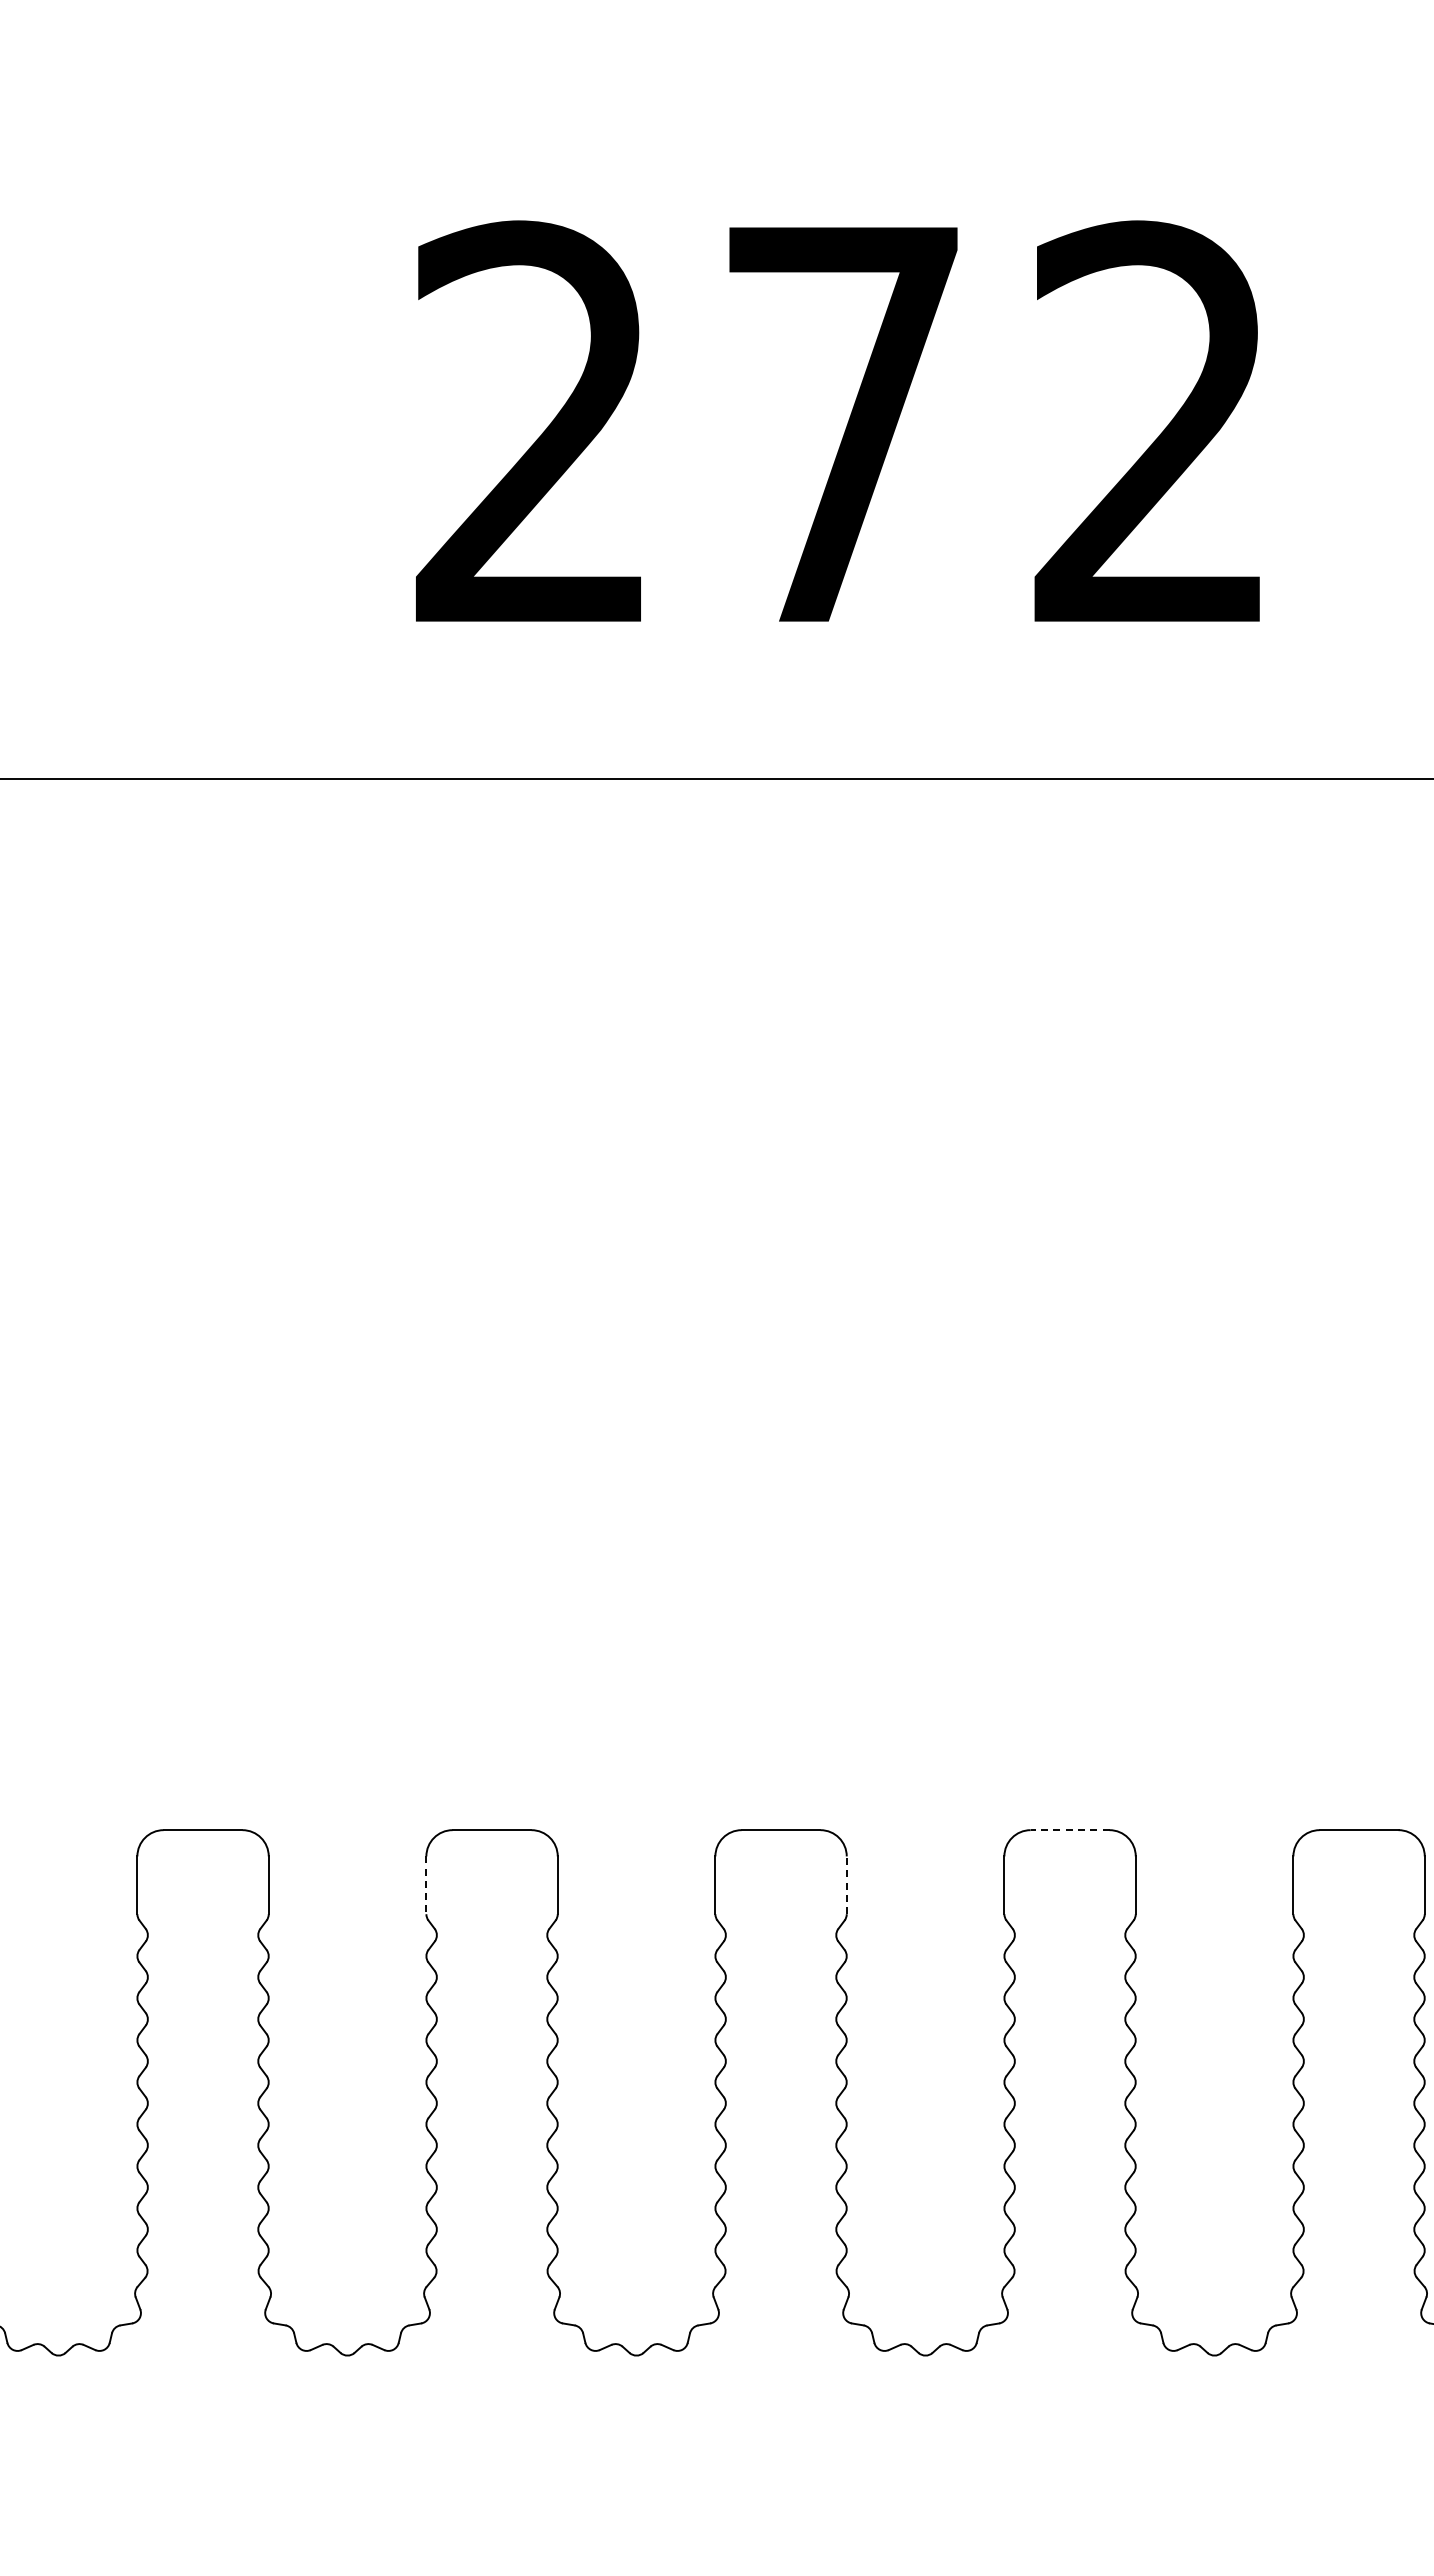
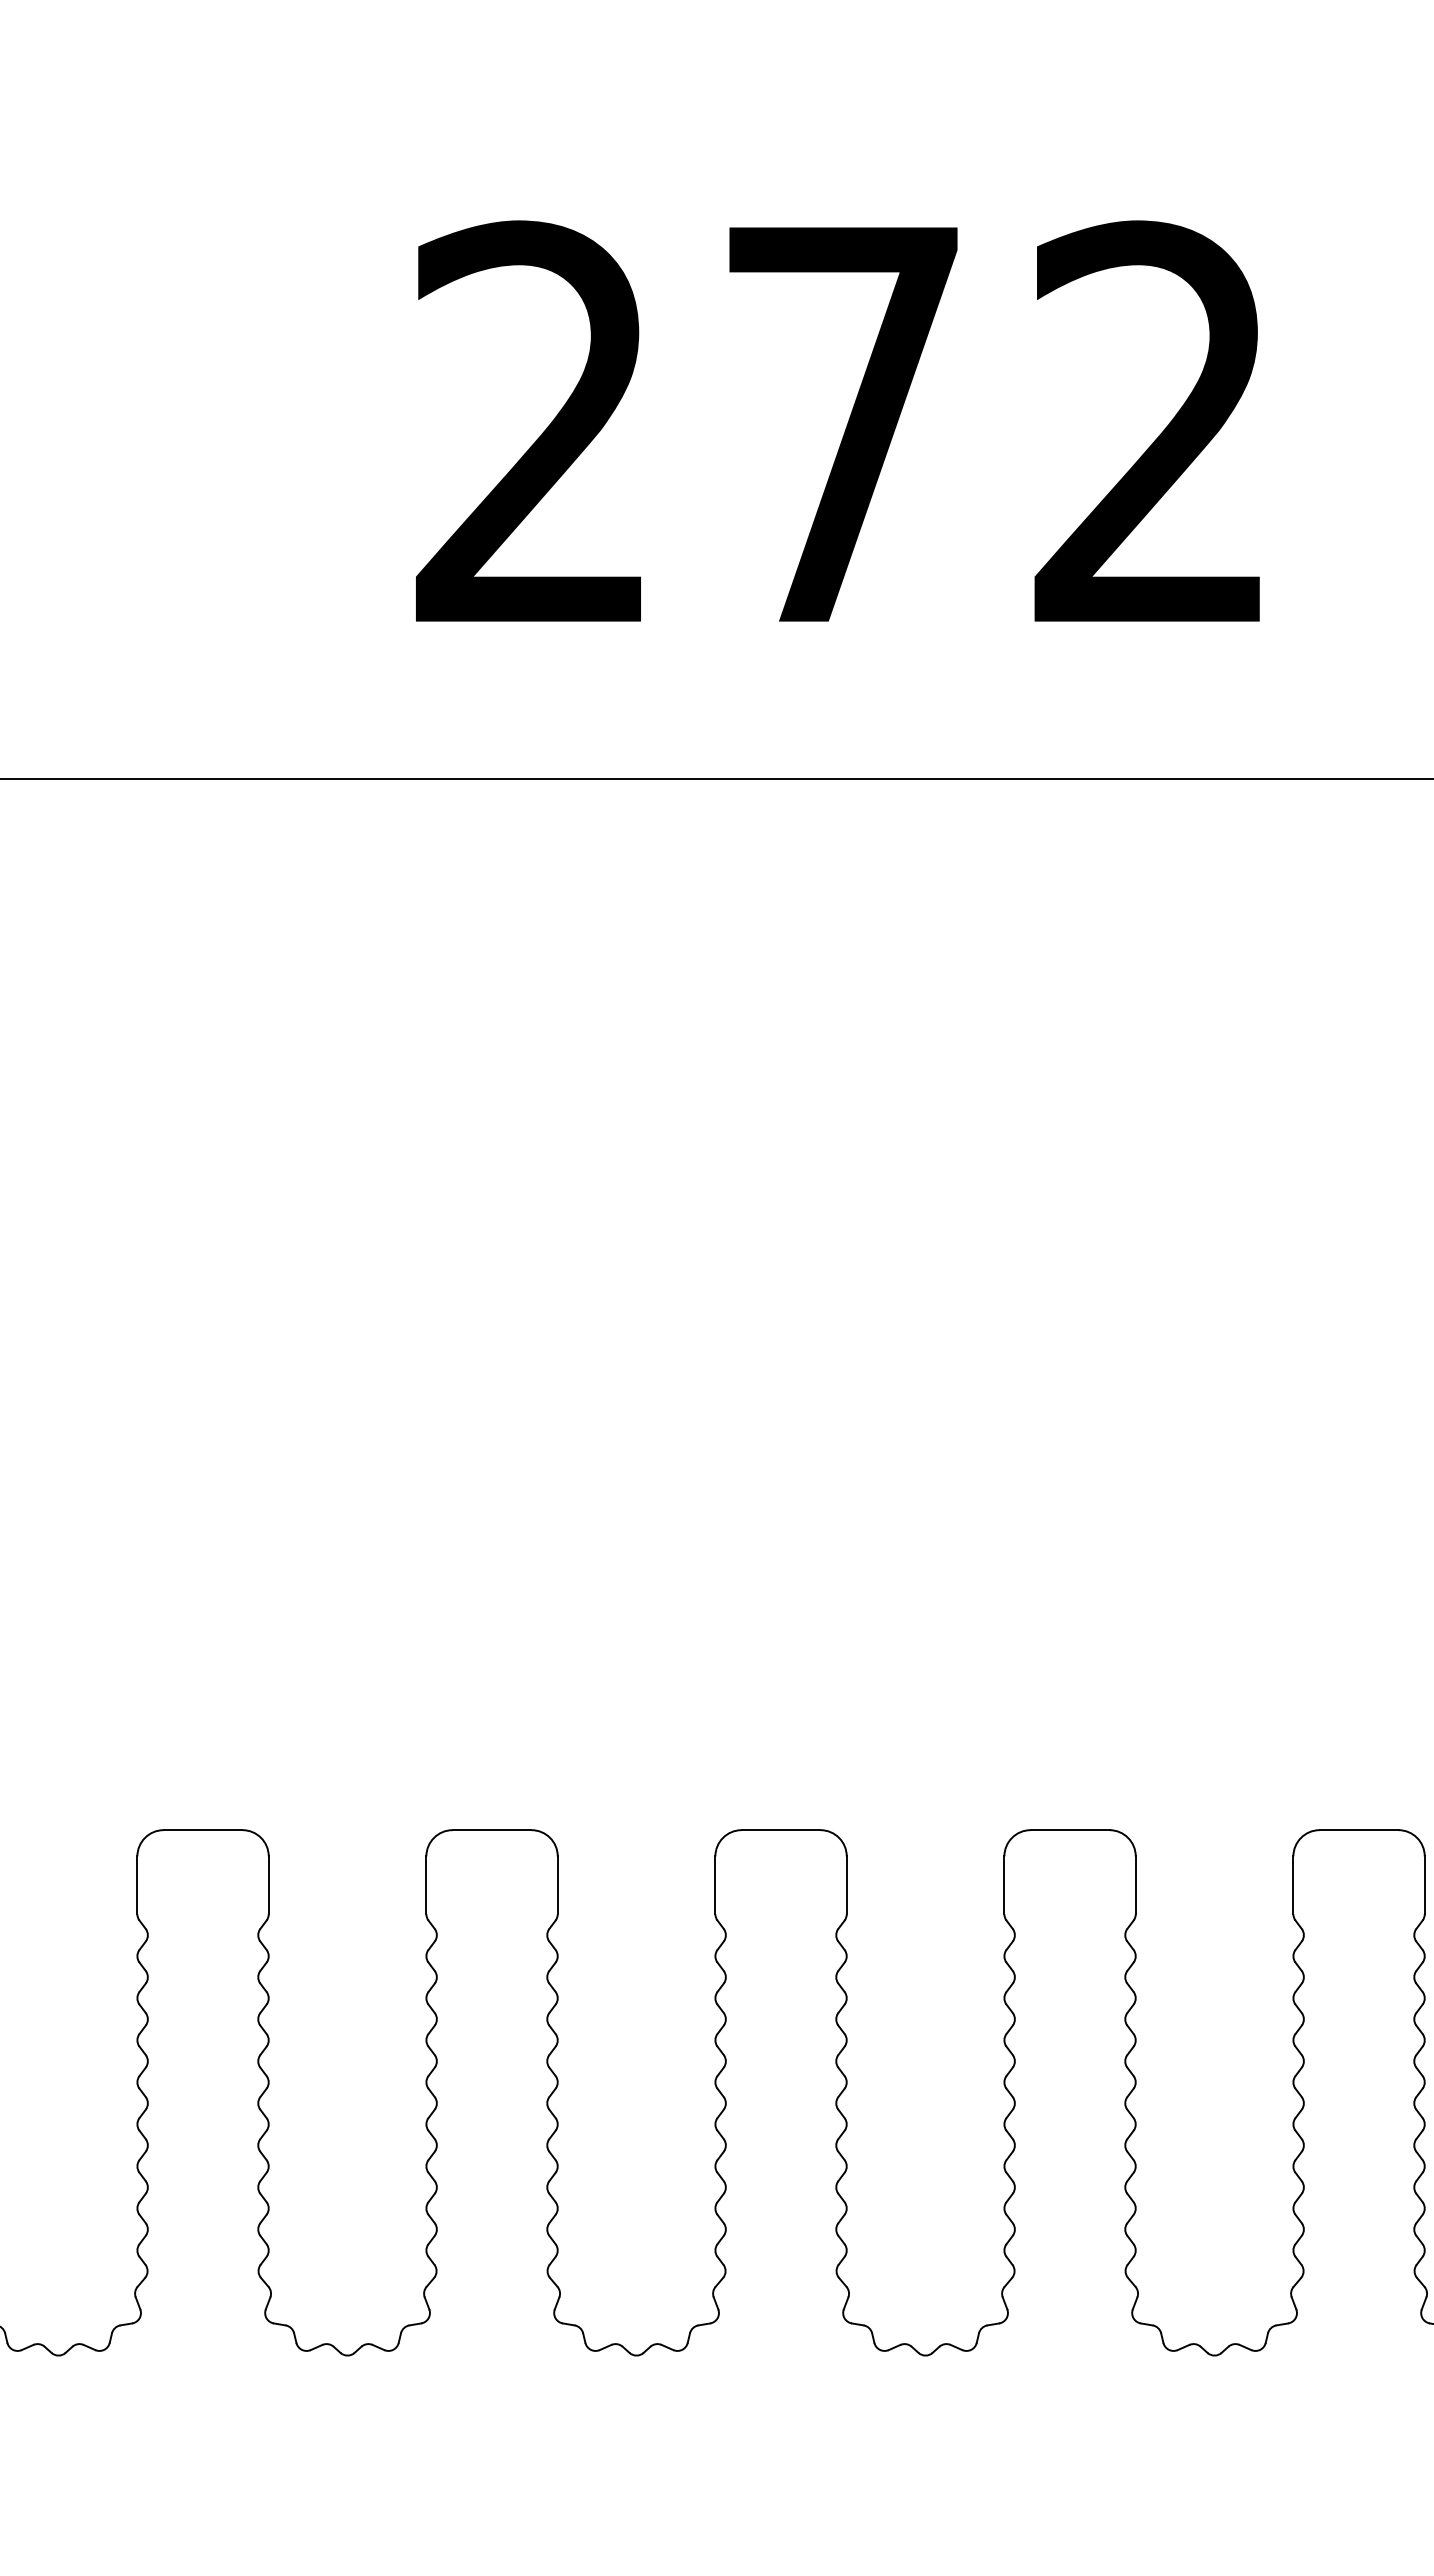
line at (1069, 1830): dashed -> solid
line at (426, 1885): dashed -> solid
line at (846, 1885): dashed -> solid
